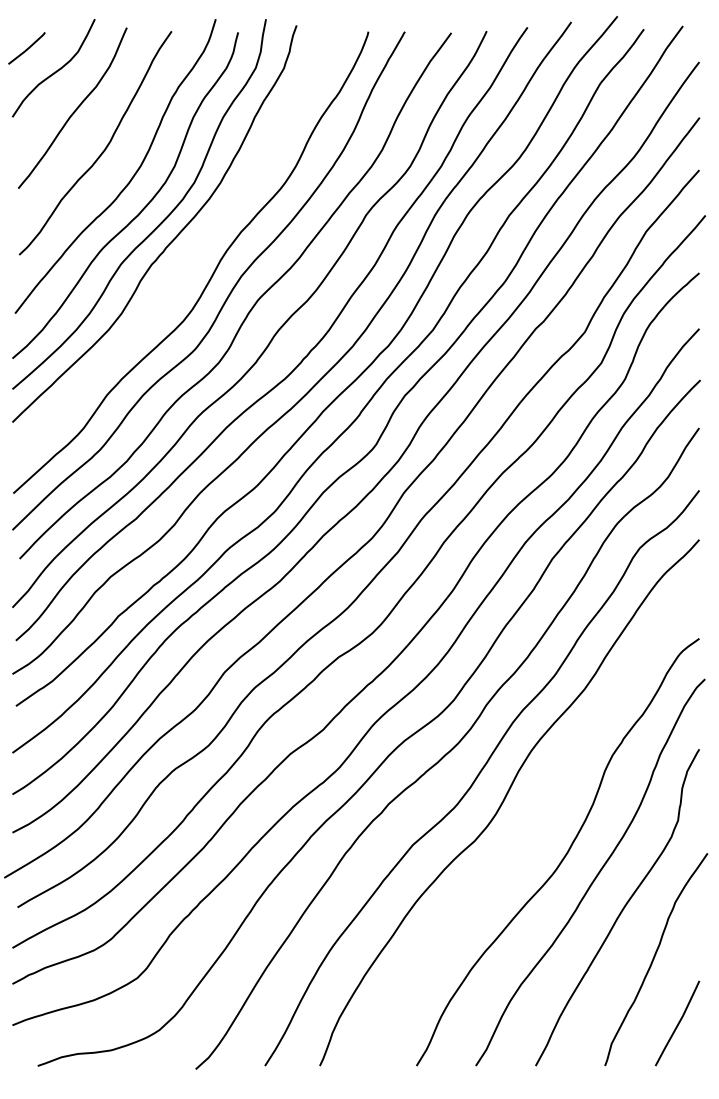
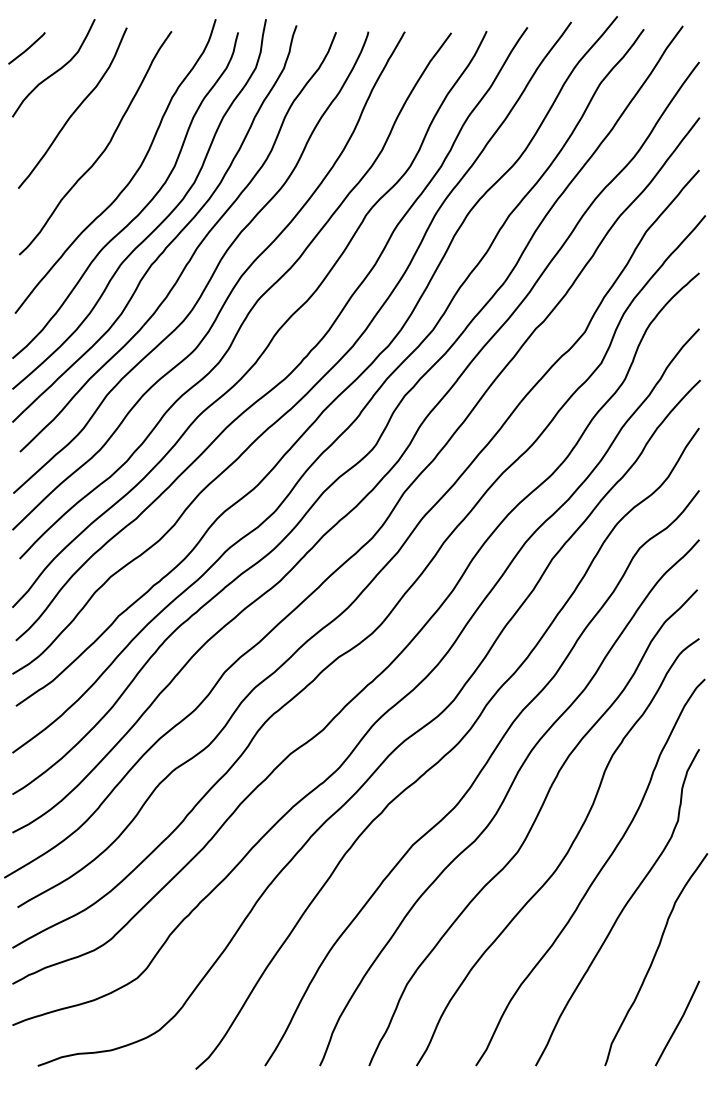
curve at (192, 253): none -> present
curve at (532, 827): none -> present
